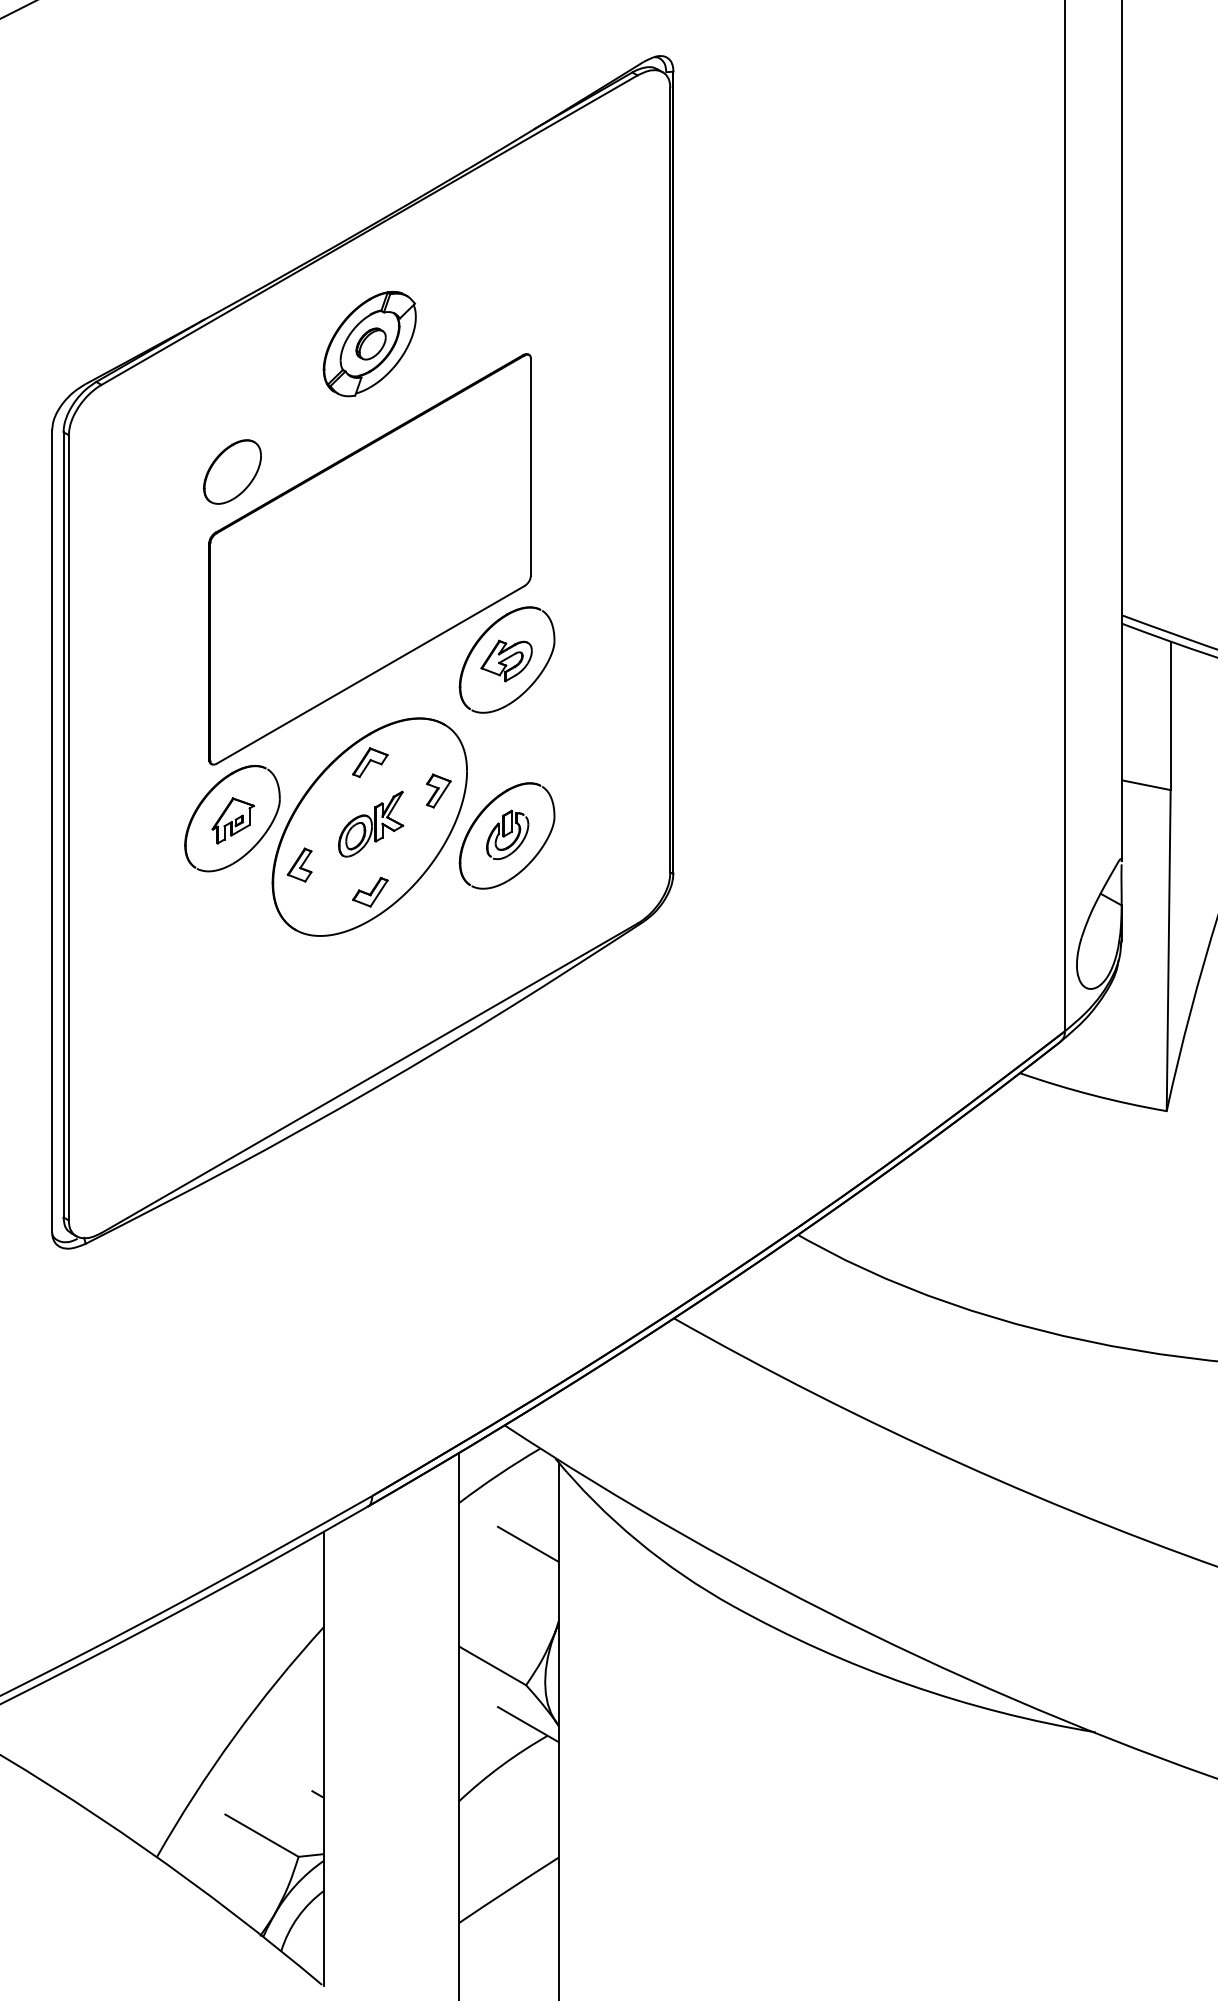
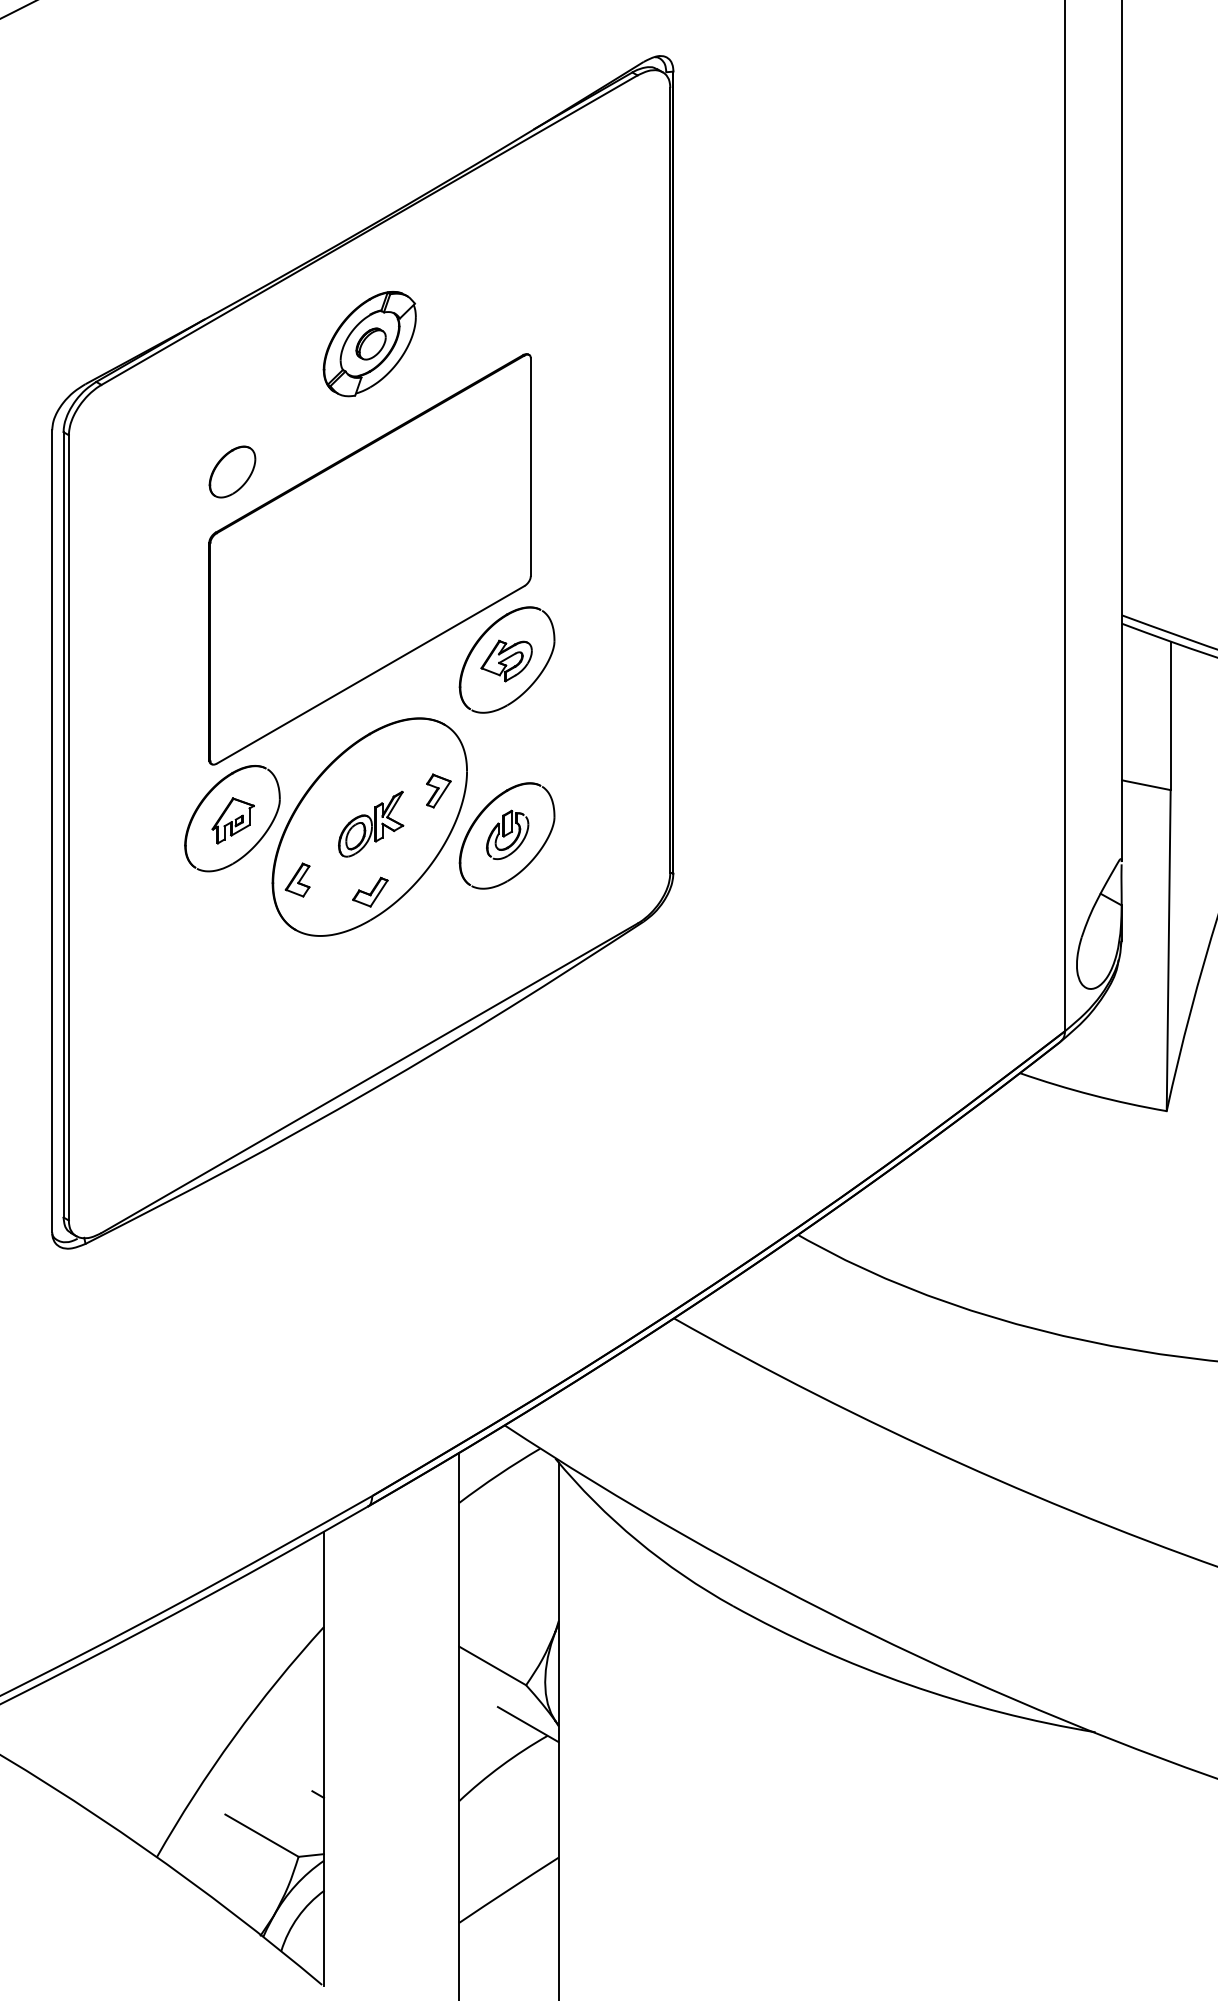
part at (232, 471) size: 59x66 px -> 49x54 px
part at (370, 762): present -> none
part at (299, 864) position: (299, 864) -> (297, 879)
line at (527, 1543): present -> none
